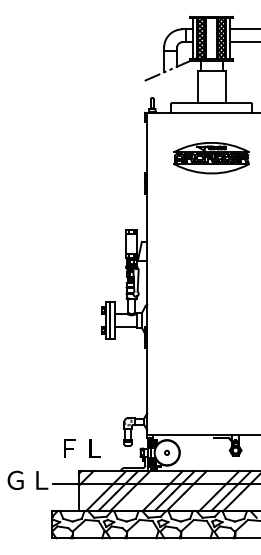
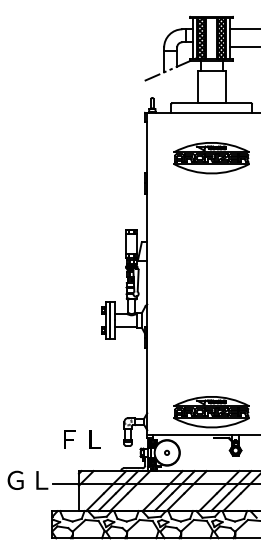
line at (243, 42) position: (243, 42) -> (243, 47)
part at (211, 412): none -> present
text at (82, 448) position: (82, 448) -> (82, 439)
